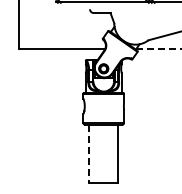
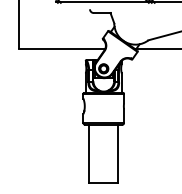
line at (158, 49): dashed -> solid
line at (89, 154): dashed -> solid
